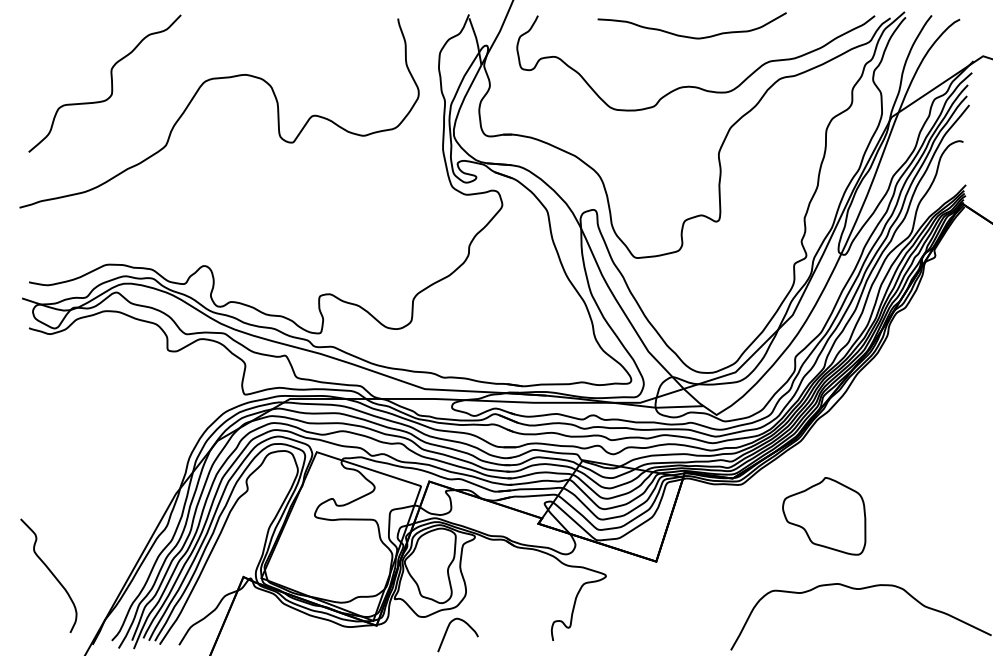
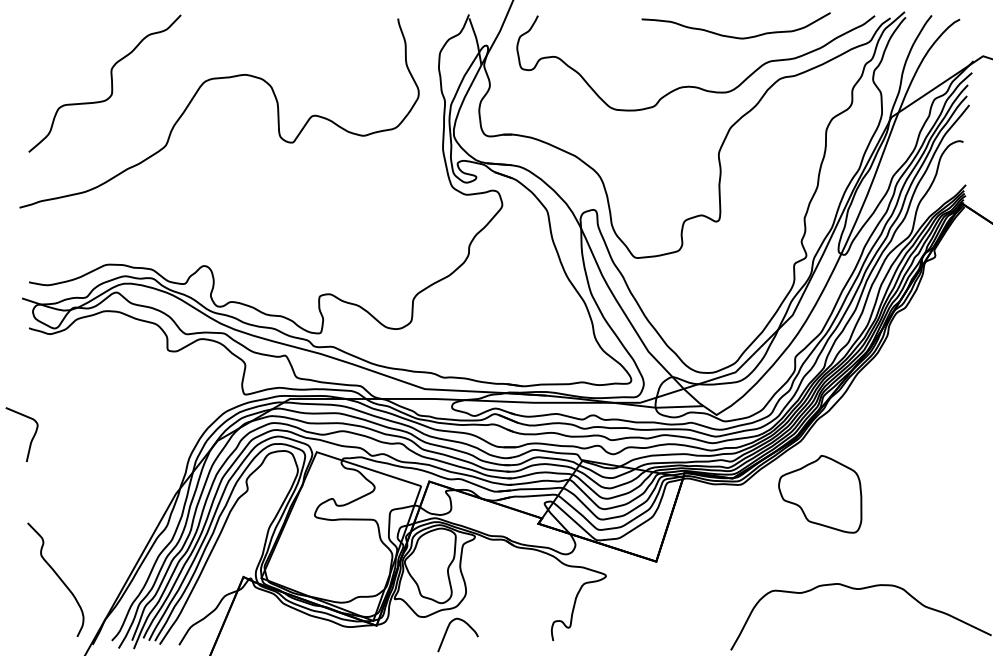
curve at (691, 36) position: (691, 36) -> (735, 36)
curve at (31, 439): none -> present
part at (824, 516) position: (824, 516) -> (820, 494)
curve at (51, 574) position: (51, 574) -> (58, 578)
